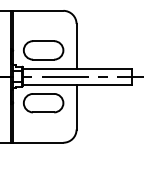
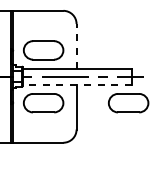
line at (76, 45): solid -> dashed
line at (77, 84): solid -> dashed
part at (128, 103): none -> present
